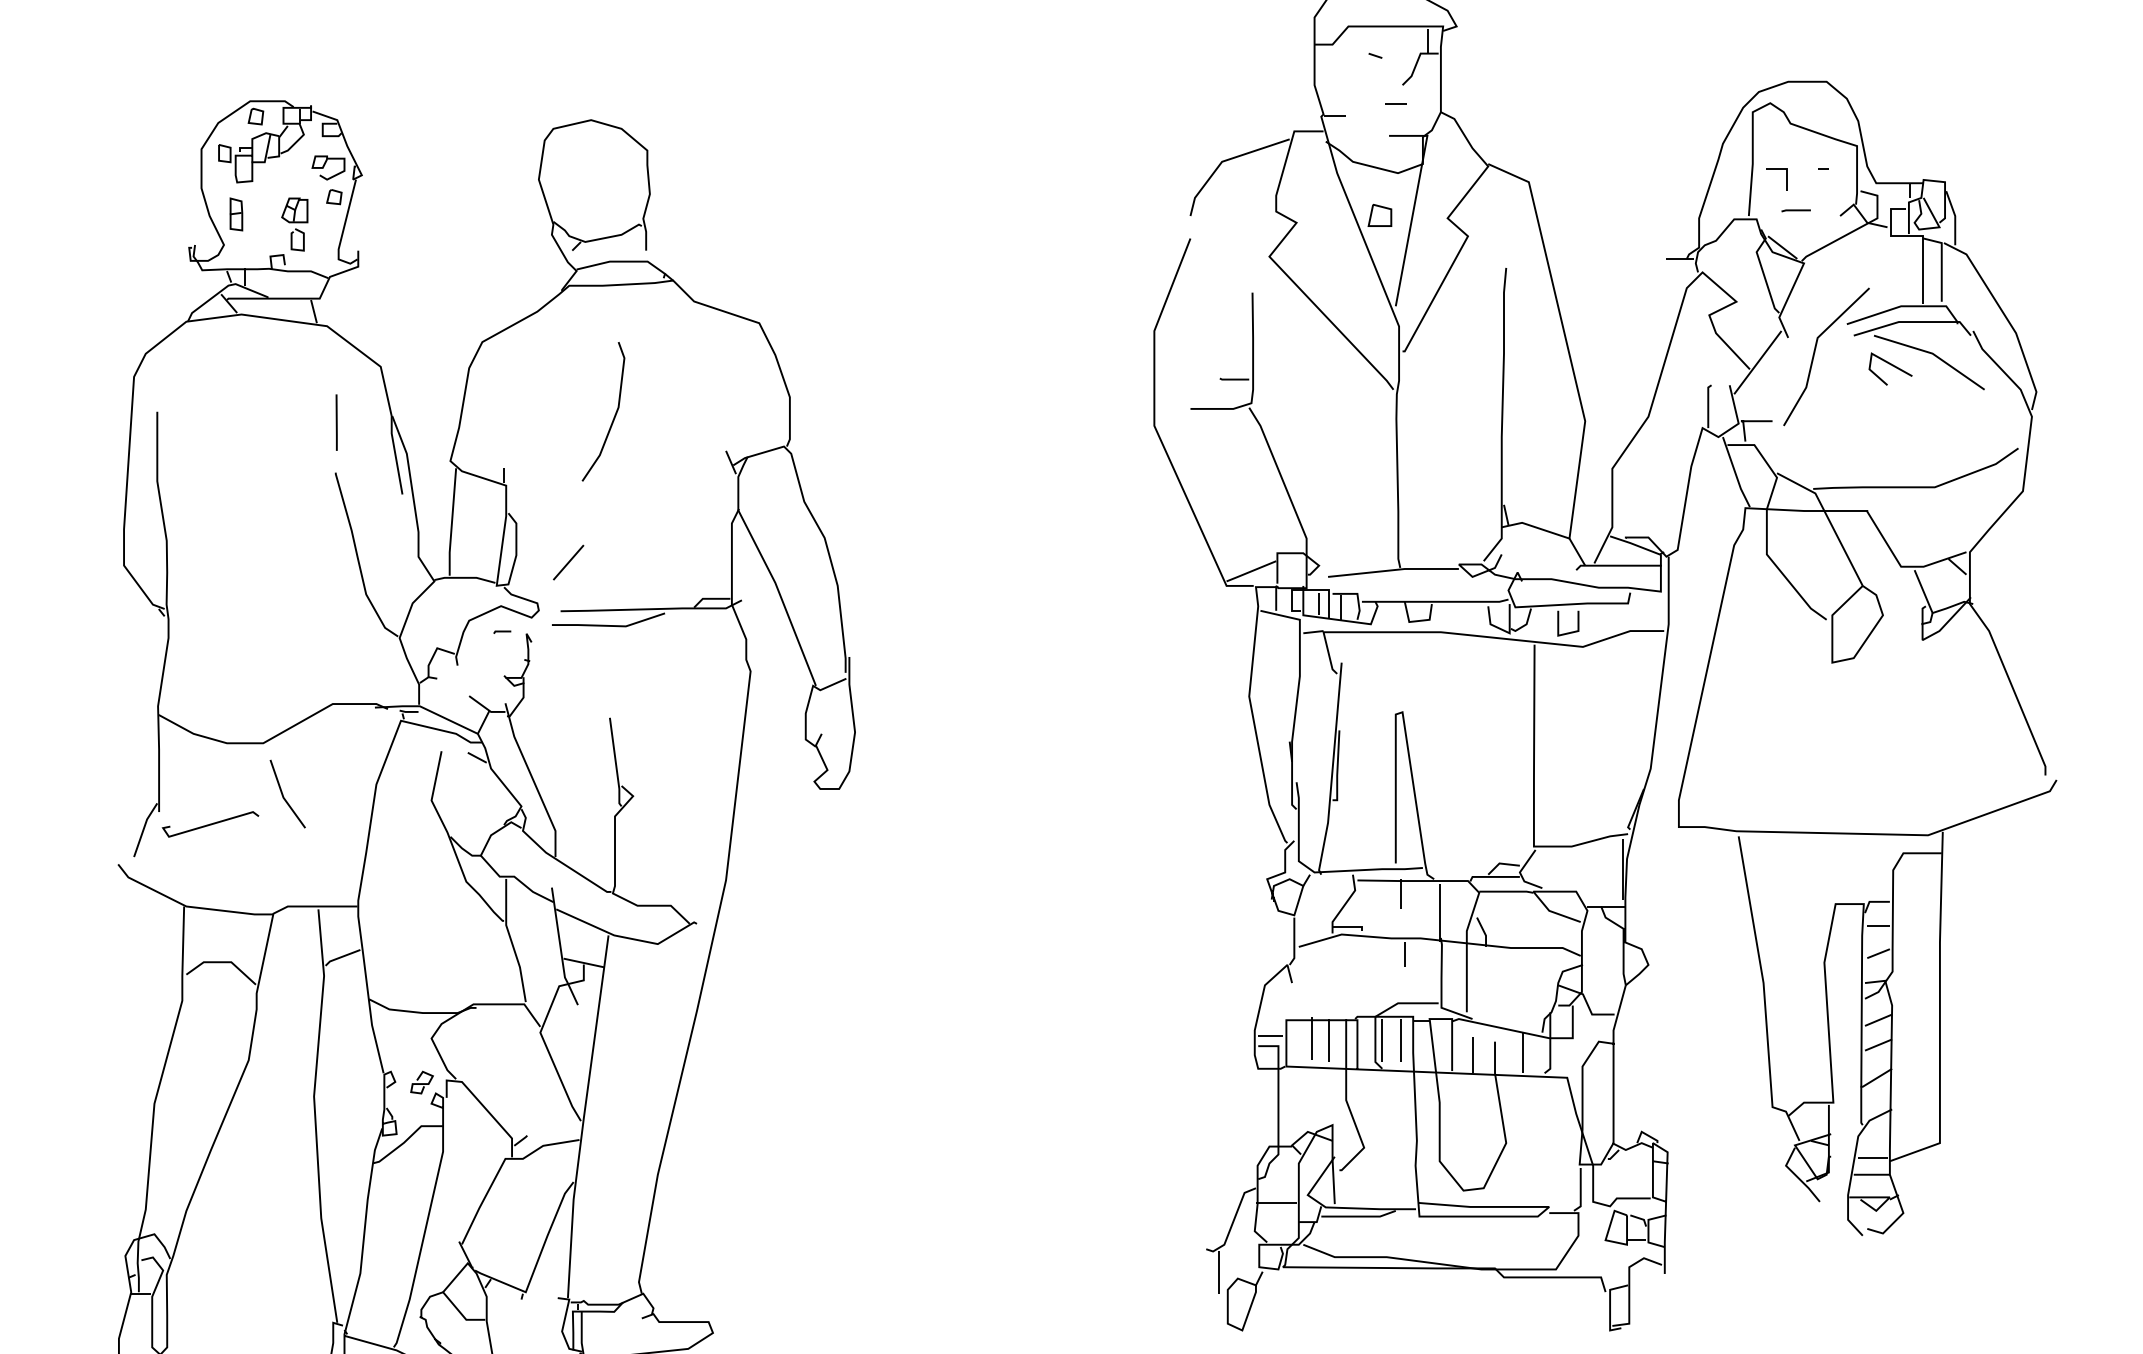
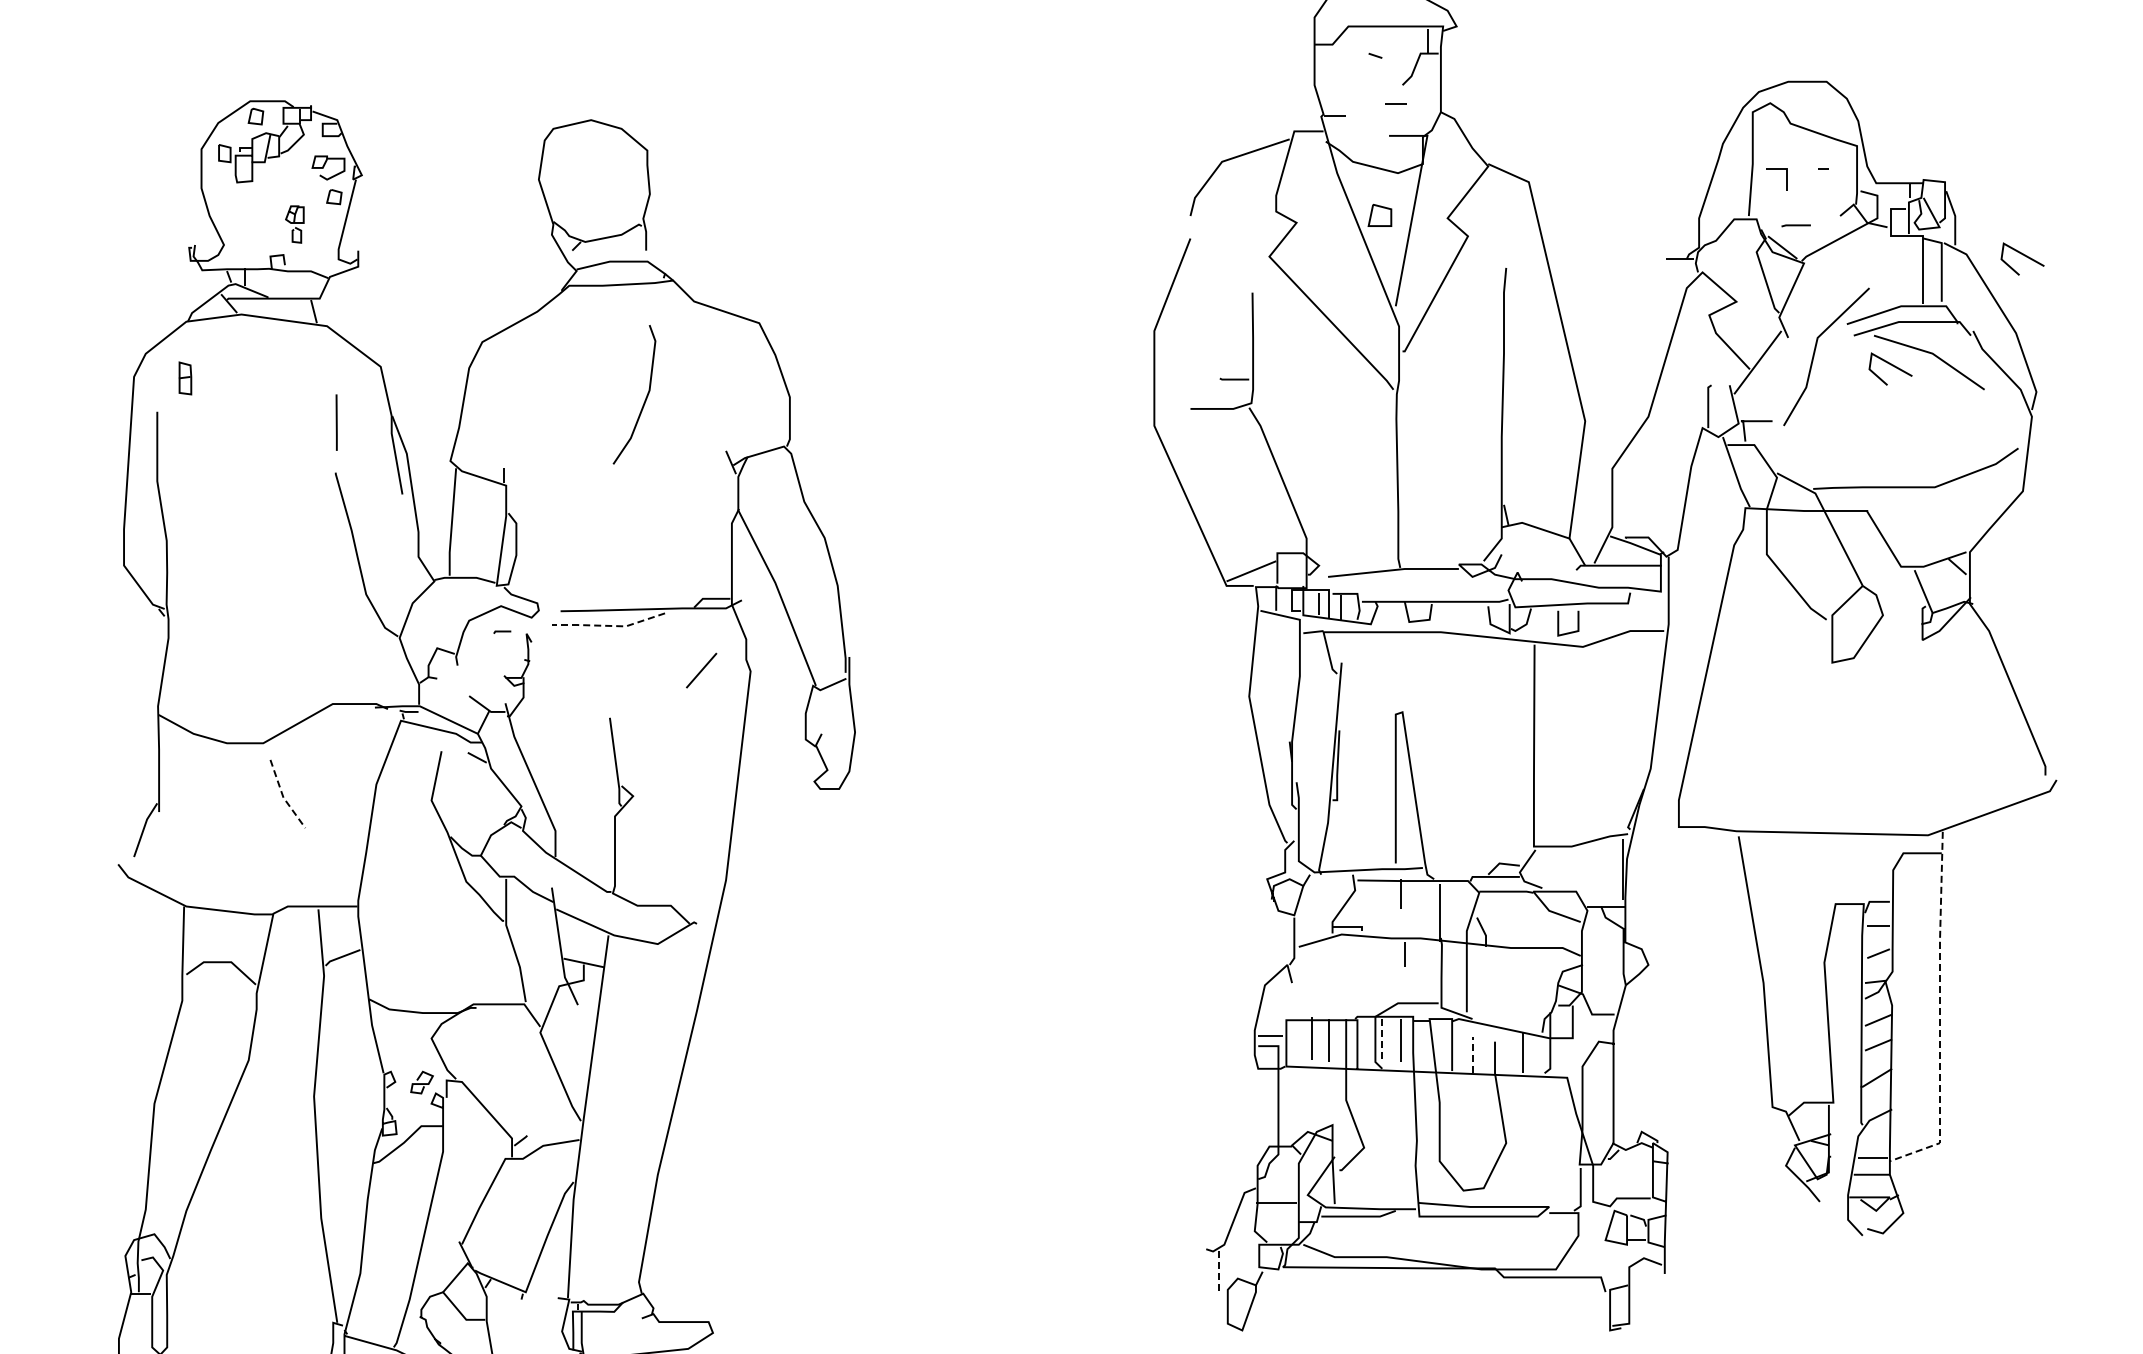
line at (1795, 210) position: (1795, 210) -> (1795, 225)
part at (236, 214) position: (236, 214) -> (185, 378)
part at (294, 224) size: 28x55 px -> 20x39 px
line at (2024, 256): none -> present
line at (614, 414) position: (614, 414) -> (645, 397)
line at (568, 562) position: (568, 562) -> (701, 670)
line at (608, 625): solid -> dashed
line at (283, 797): solid -> dashed
line at (210, 824): present -> none
line at (1939, 1014): solid -> dashed
line at (1382, 1040): solid -> dashed
line at (1472, 1054): solid -> dashed
line at (1218, 1273): solid -> dashed
